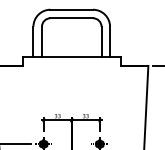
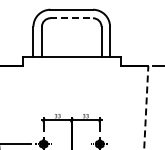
line at (72, 18): solid -> dashed
line at (146, 107): solid -> dashed
